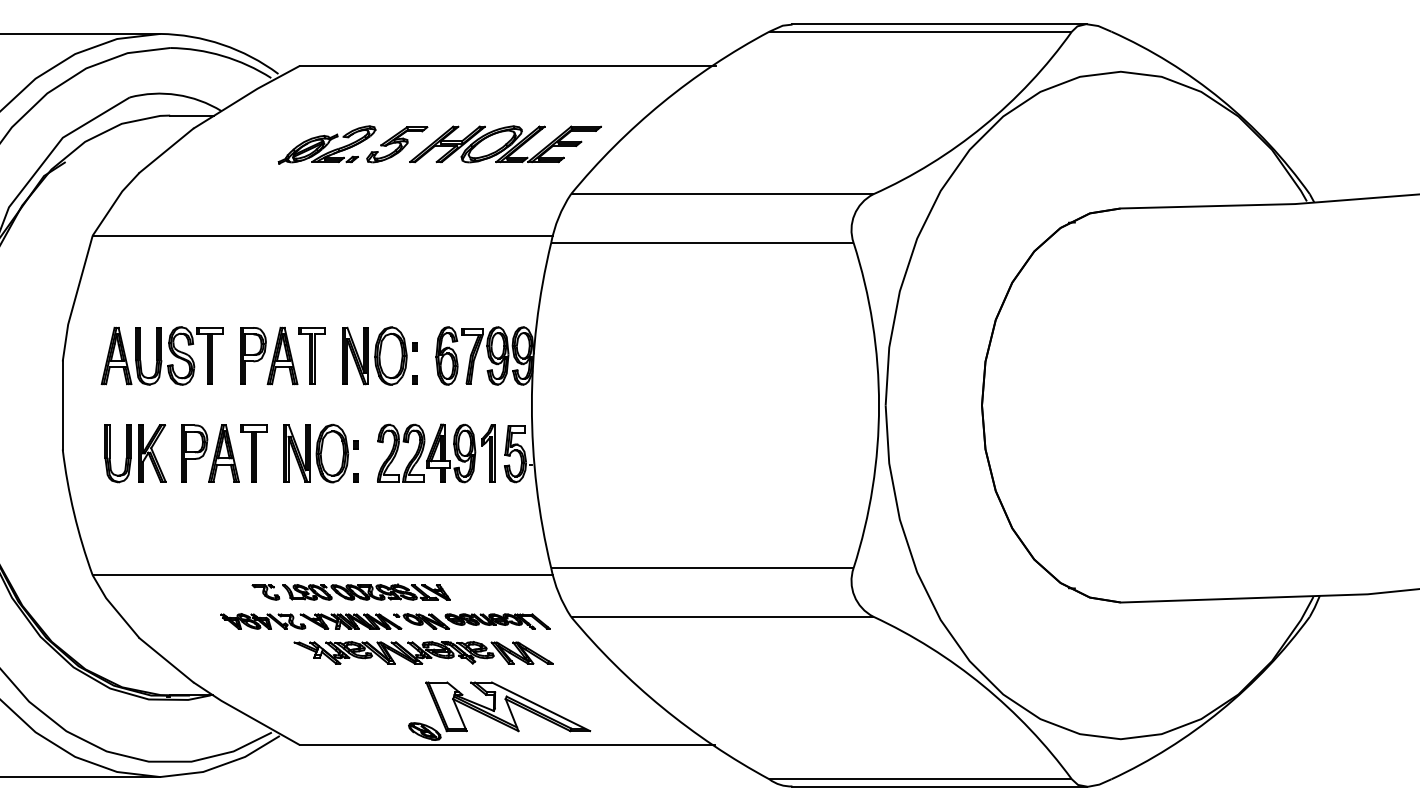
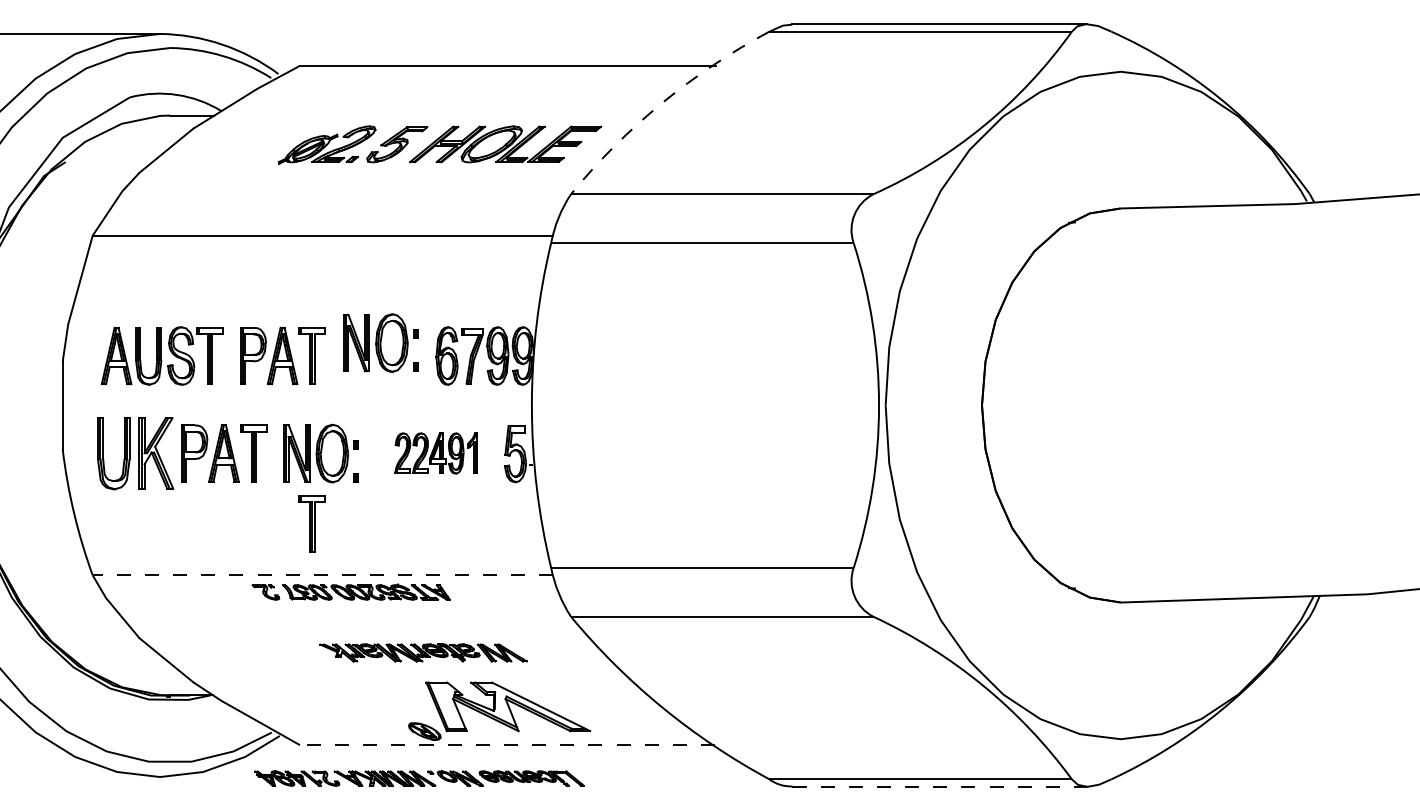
arc at (662, 103): solid -> dashed
part at (379, 355) position: (379, 355) -> (380, 342)
part at (135, 453) size: 63x60 px -> 78x74 px
part at (436, 453) size: 119x61 px -> 84x43 px
part at (311, 523): none -> present
line at (322, 575): solid -> dashed
part at (385, 621) position: (385, 621) -> (419, 778)
part at (423, 652) size: 261x24 px -> 209x20 px
line at (507, 745): solid -> dashed
line at (81, 777): present -> none
line at (940, 786): solid -> dashed
